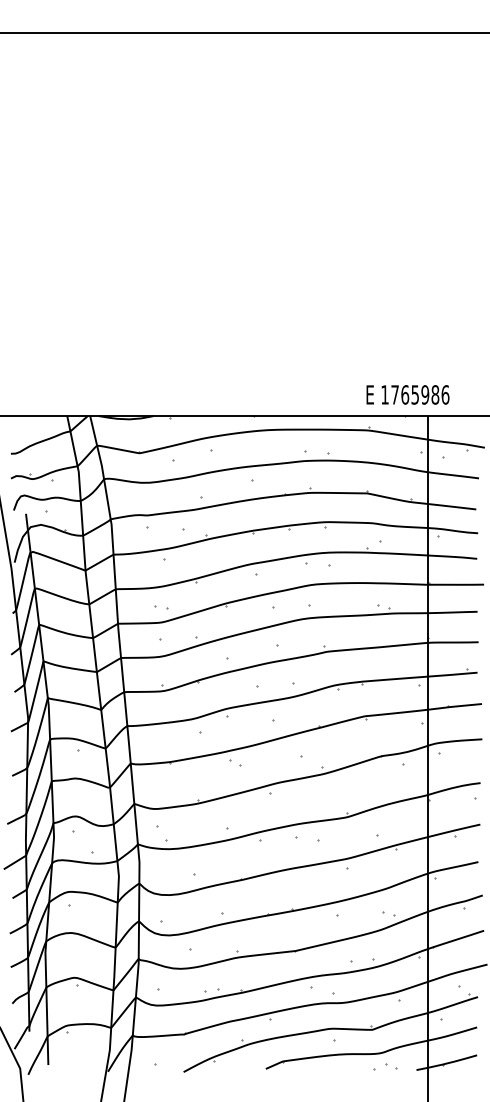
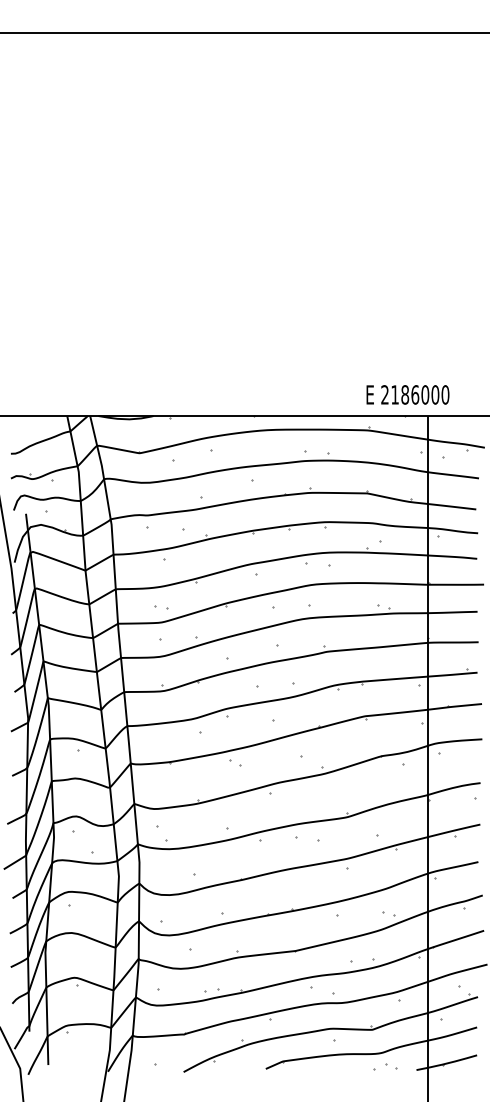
text at (415, 394): 1765986 -> 2186000
